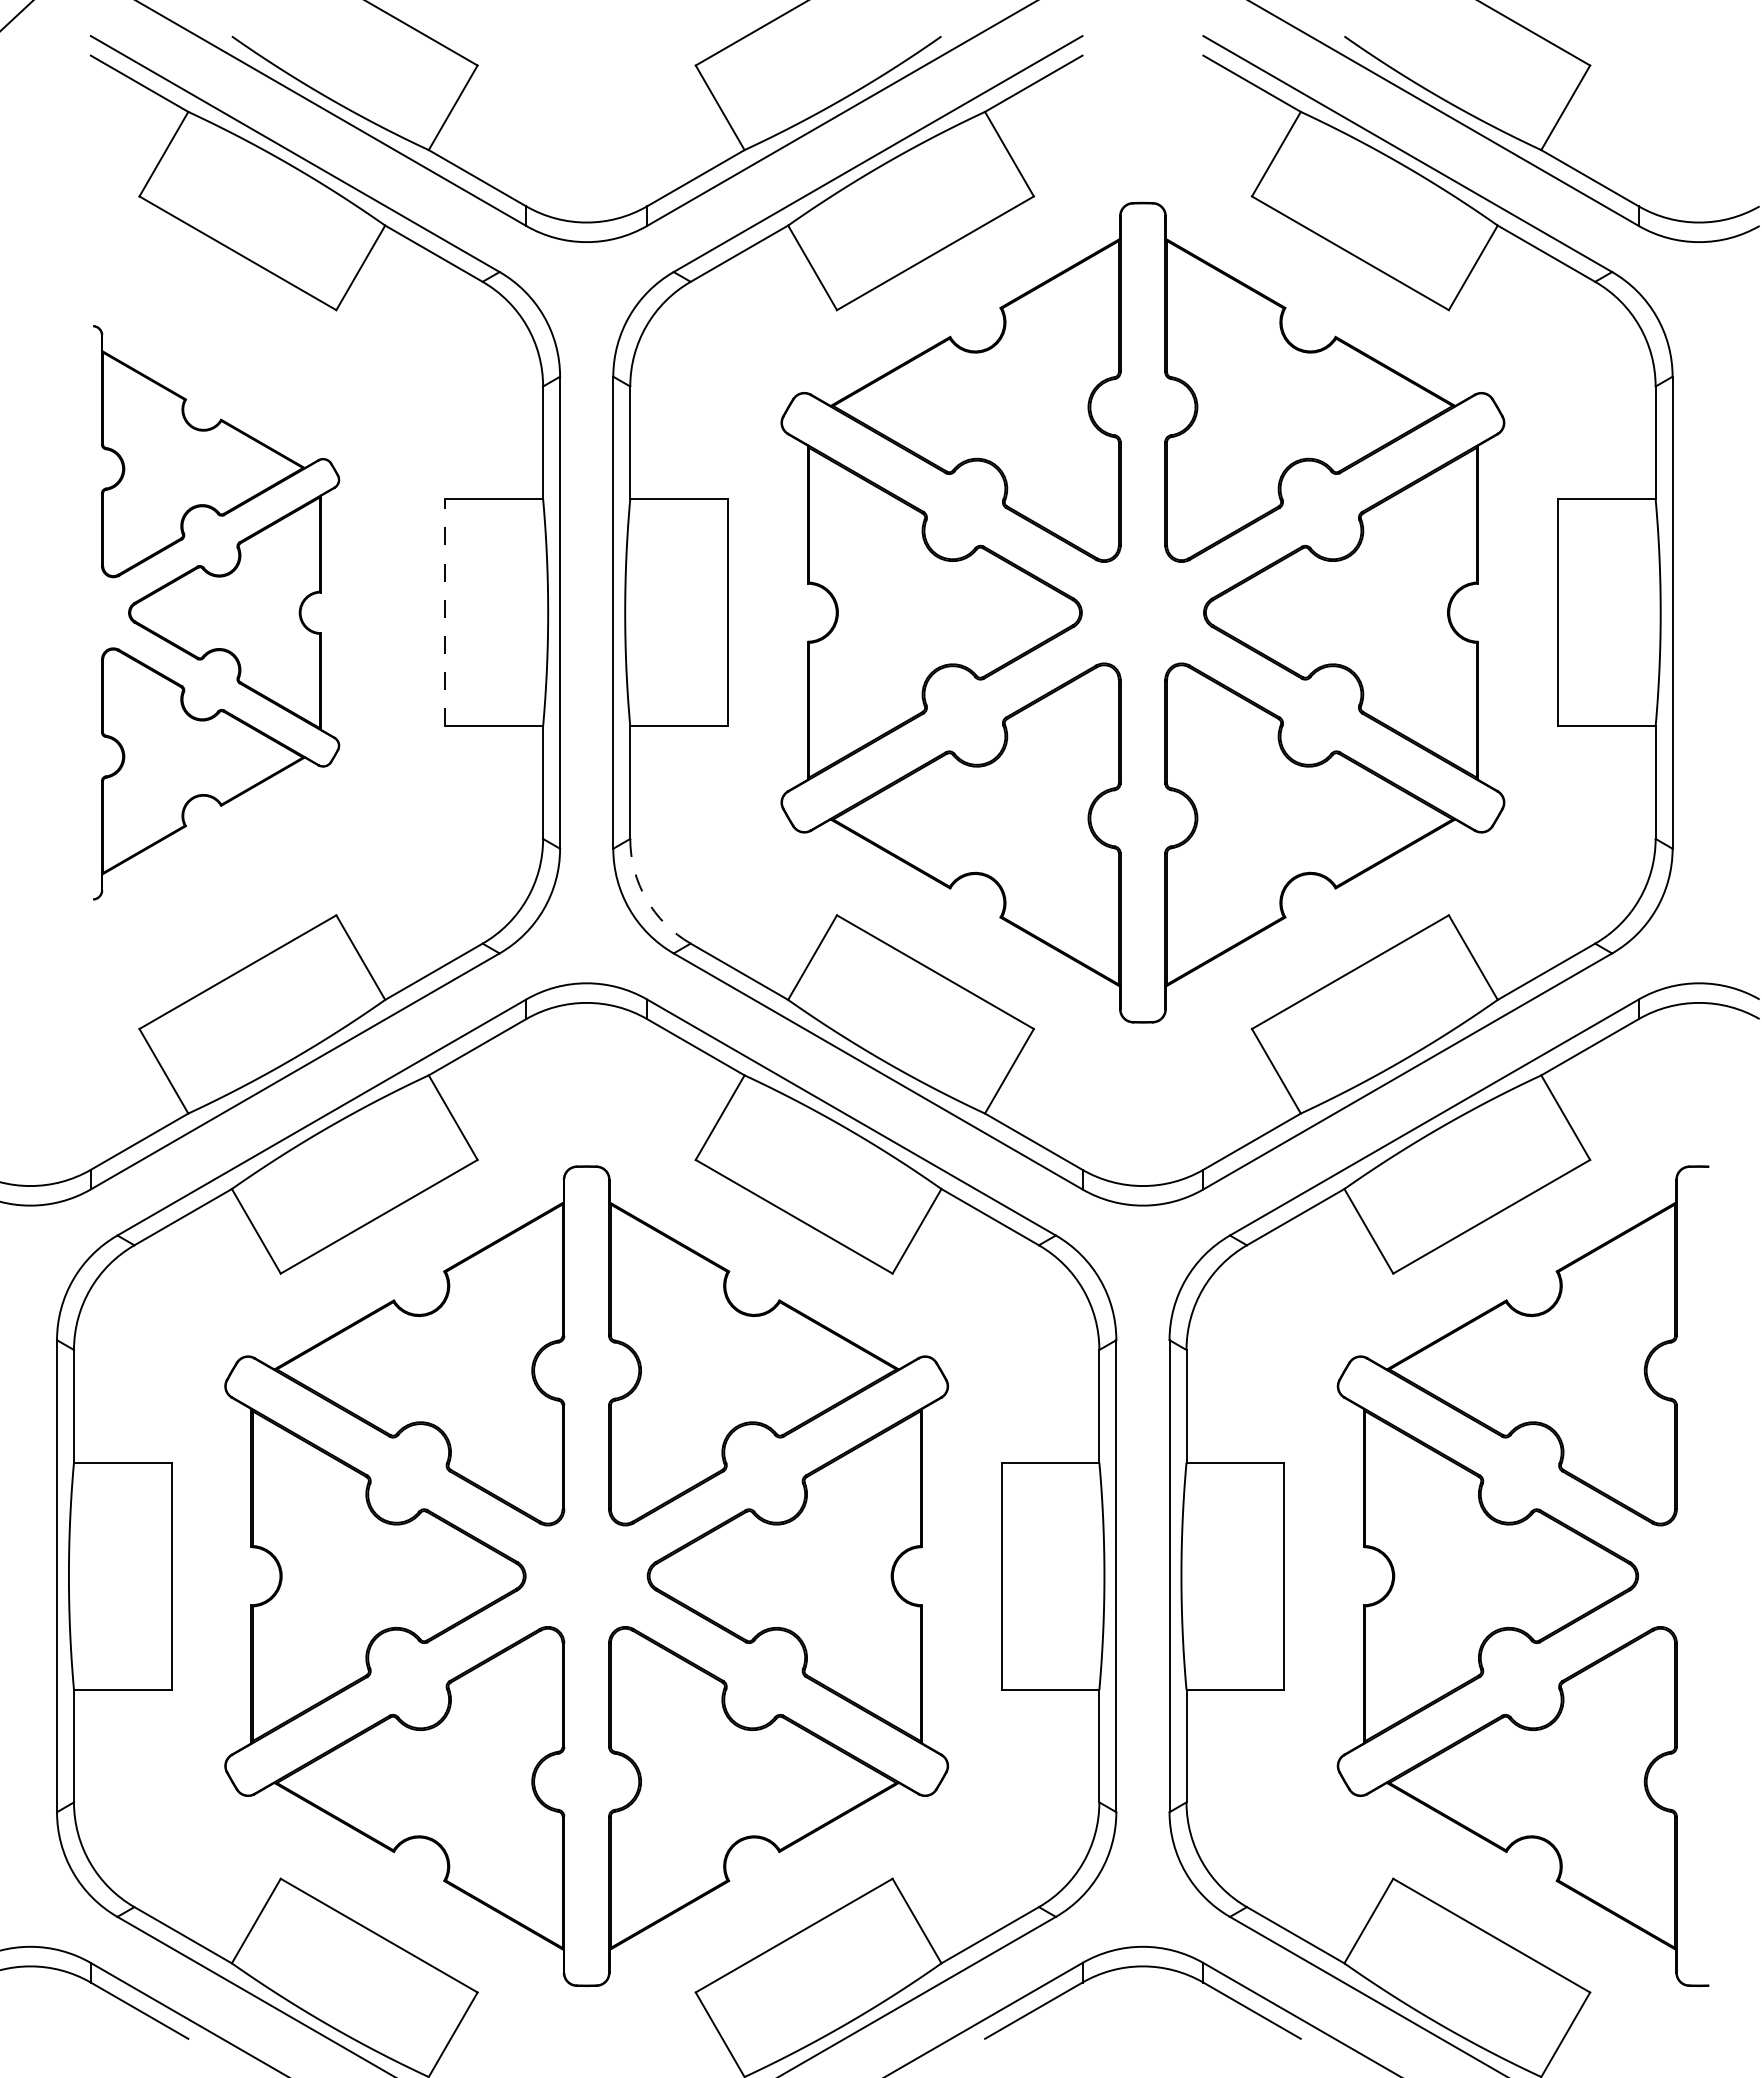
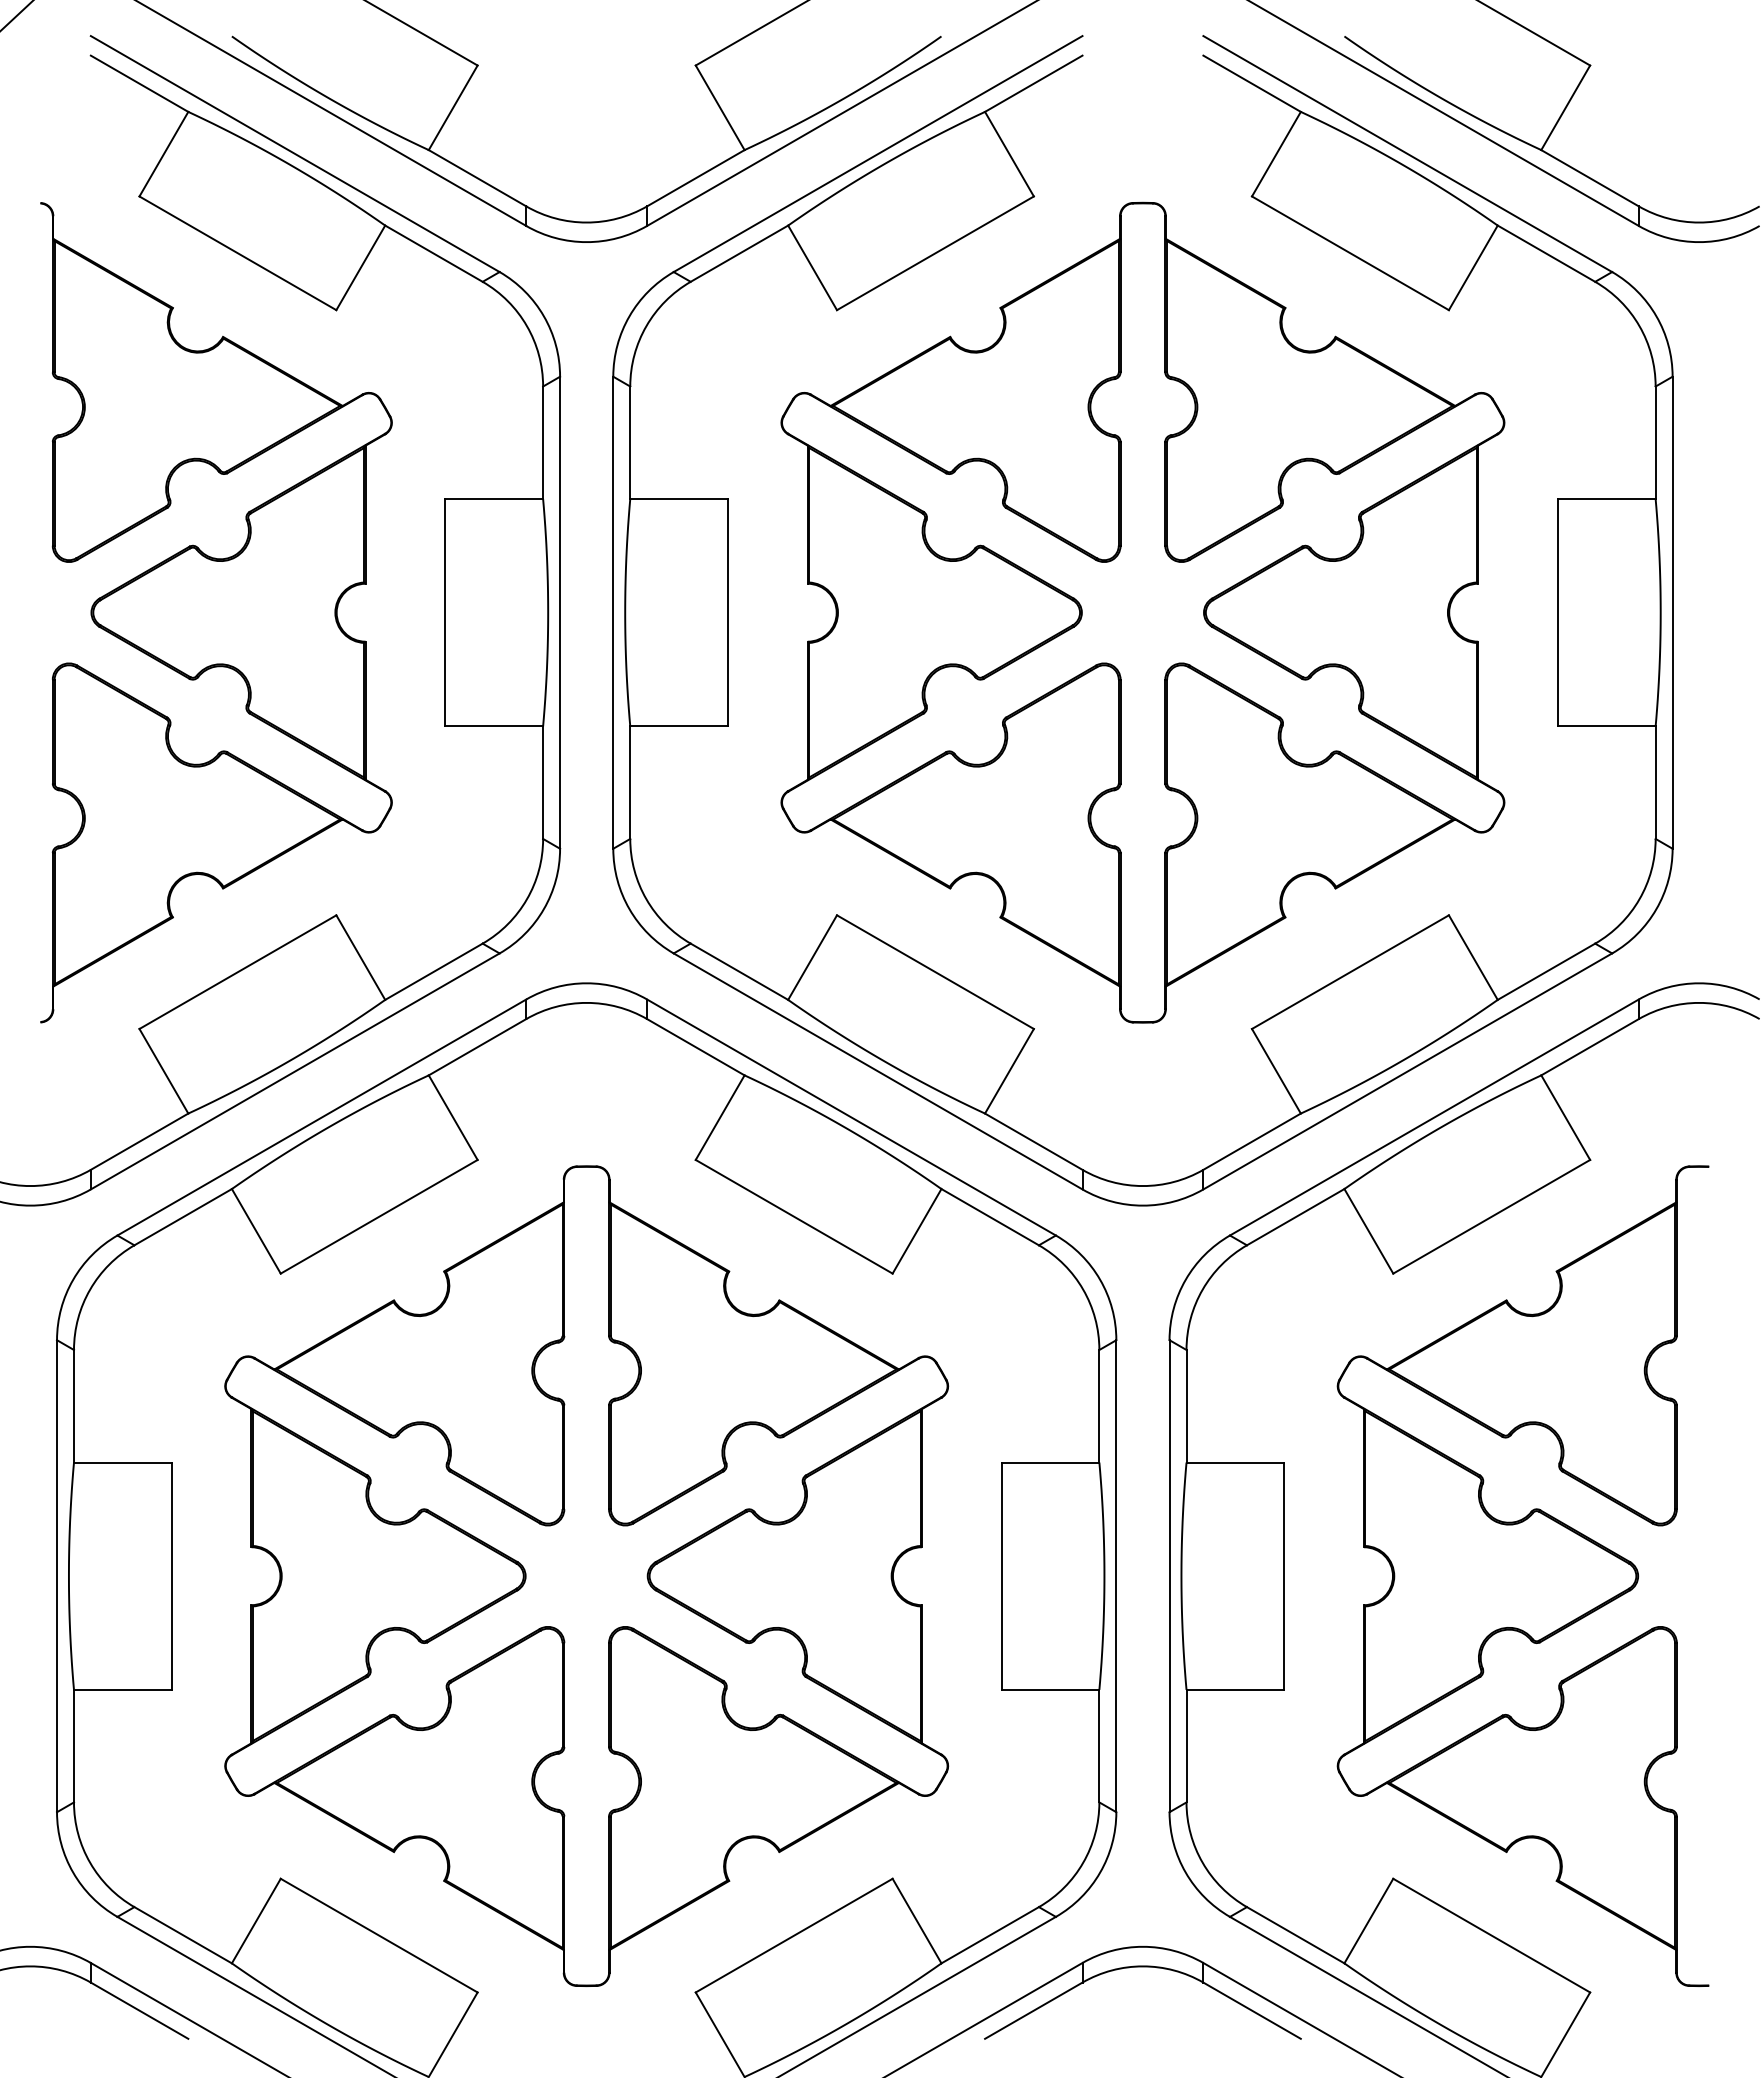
part at (216, 612) size: 248x576 px -> 353x822 px
line at (445, 612): dashed -> solid
arc at (646, 899): dashed -> solid
